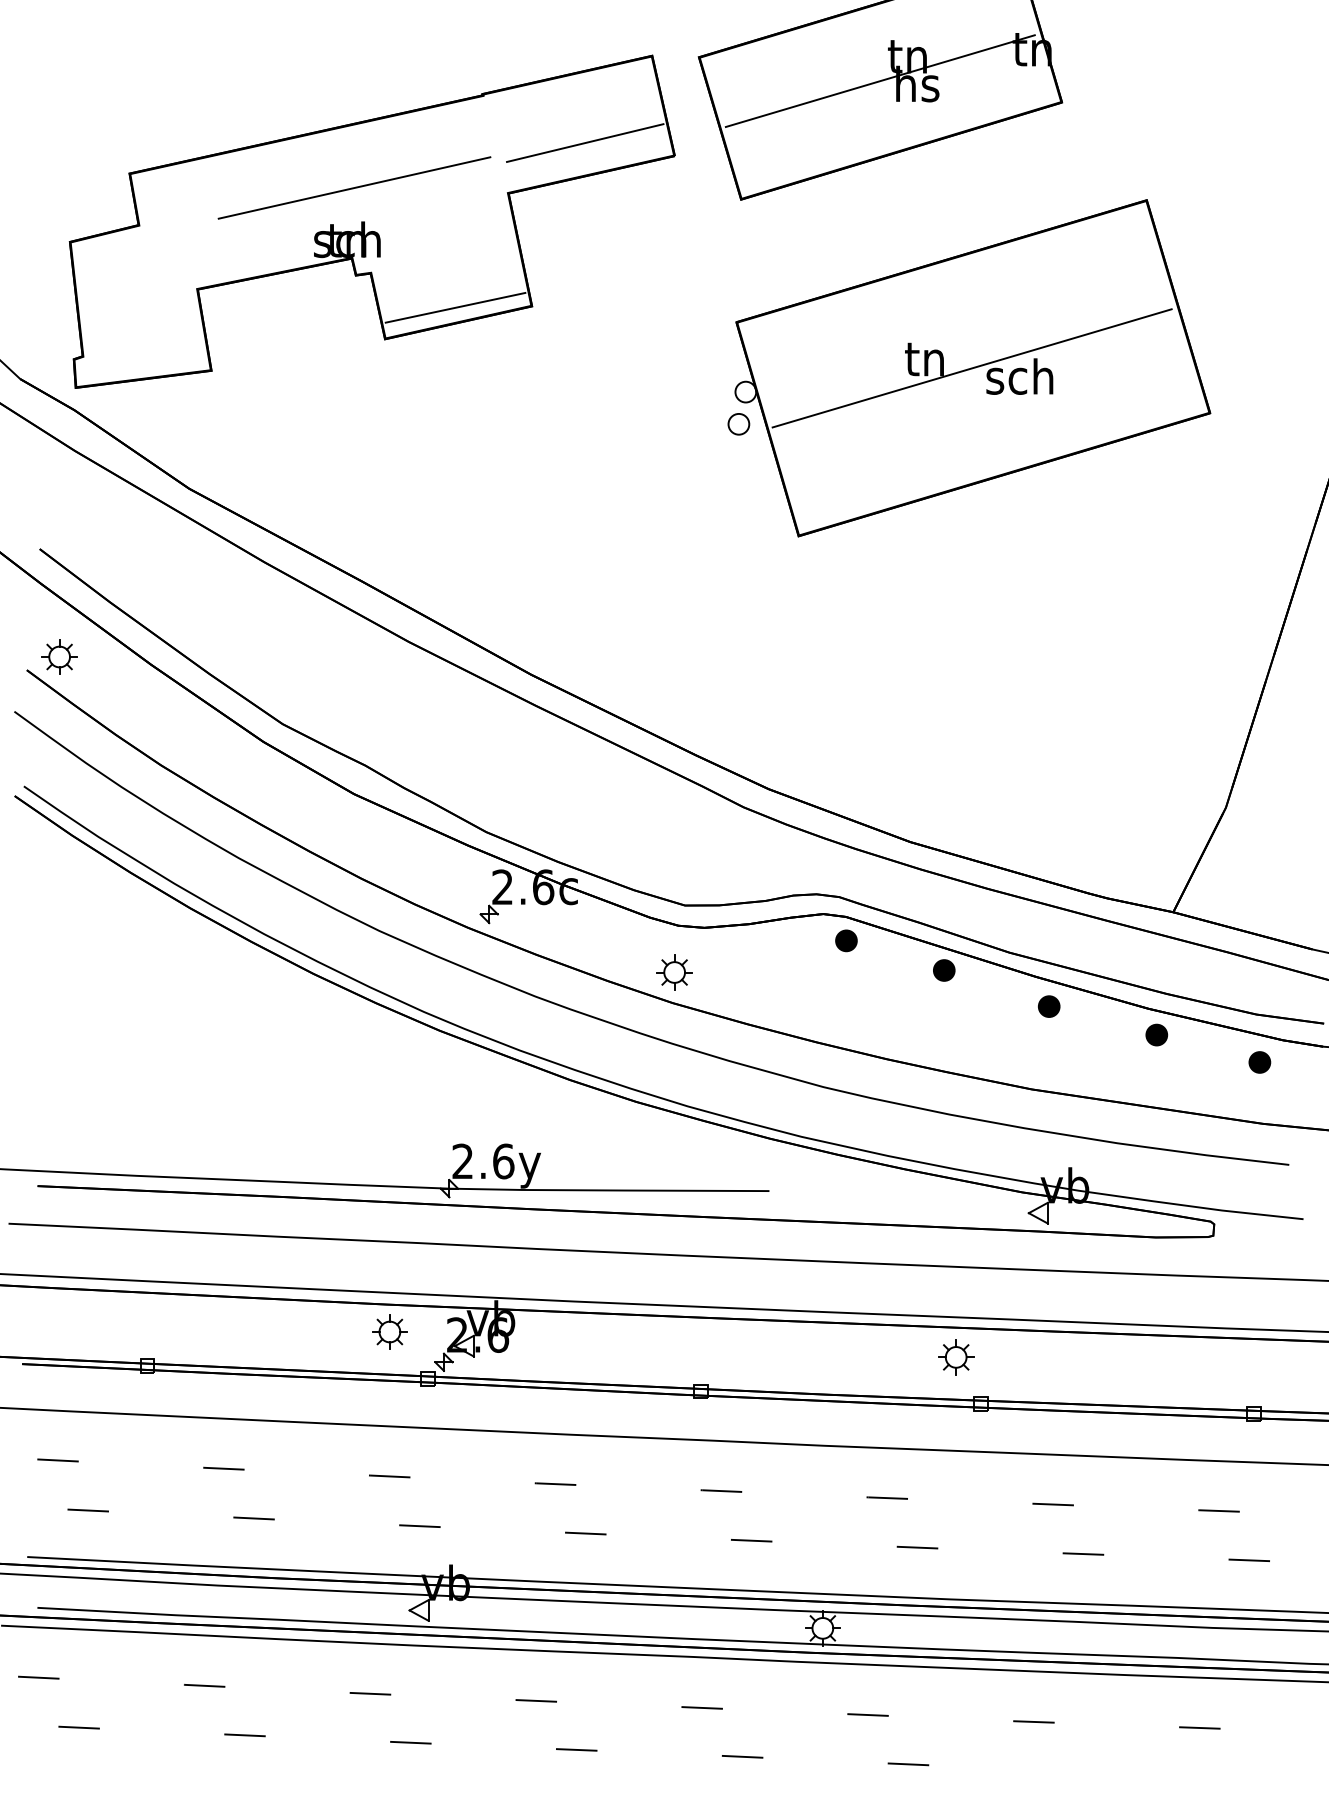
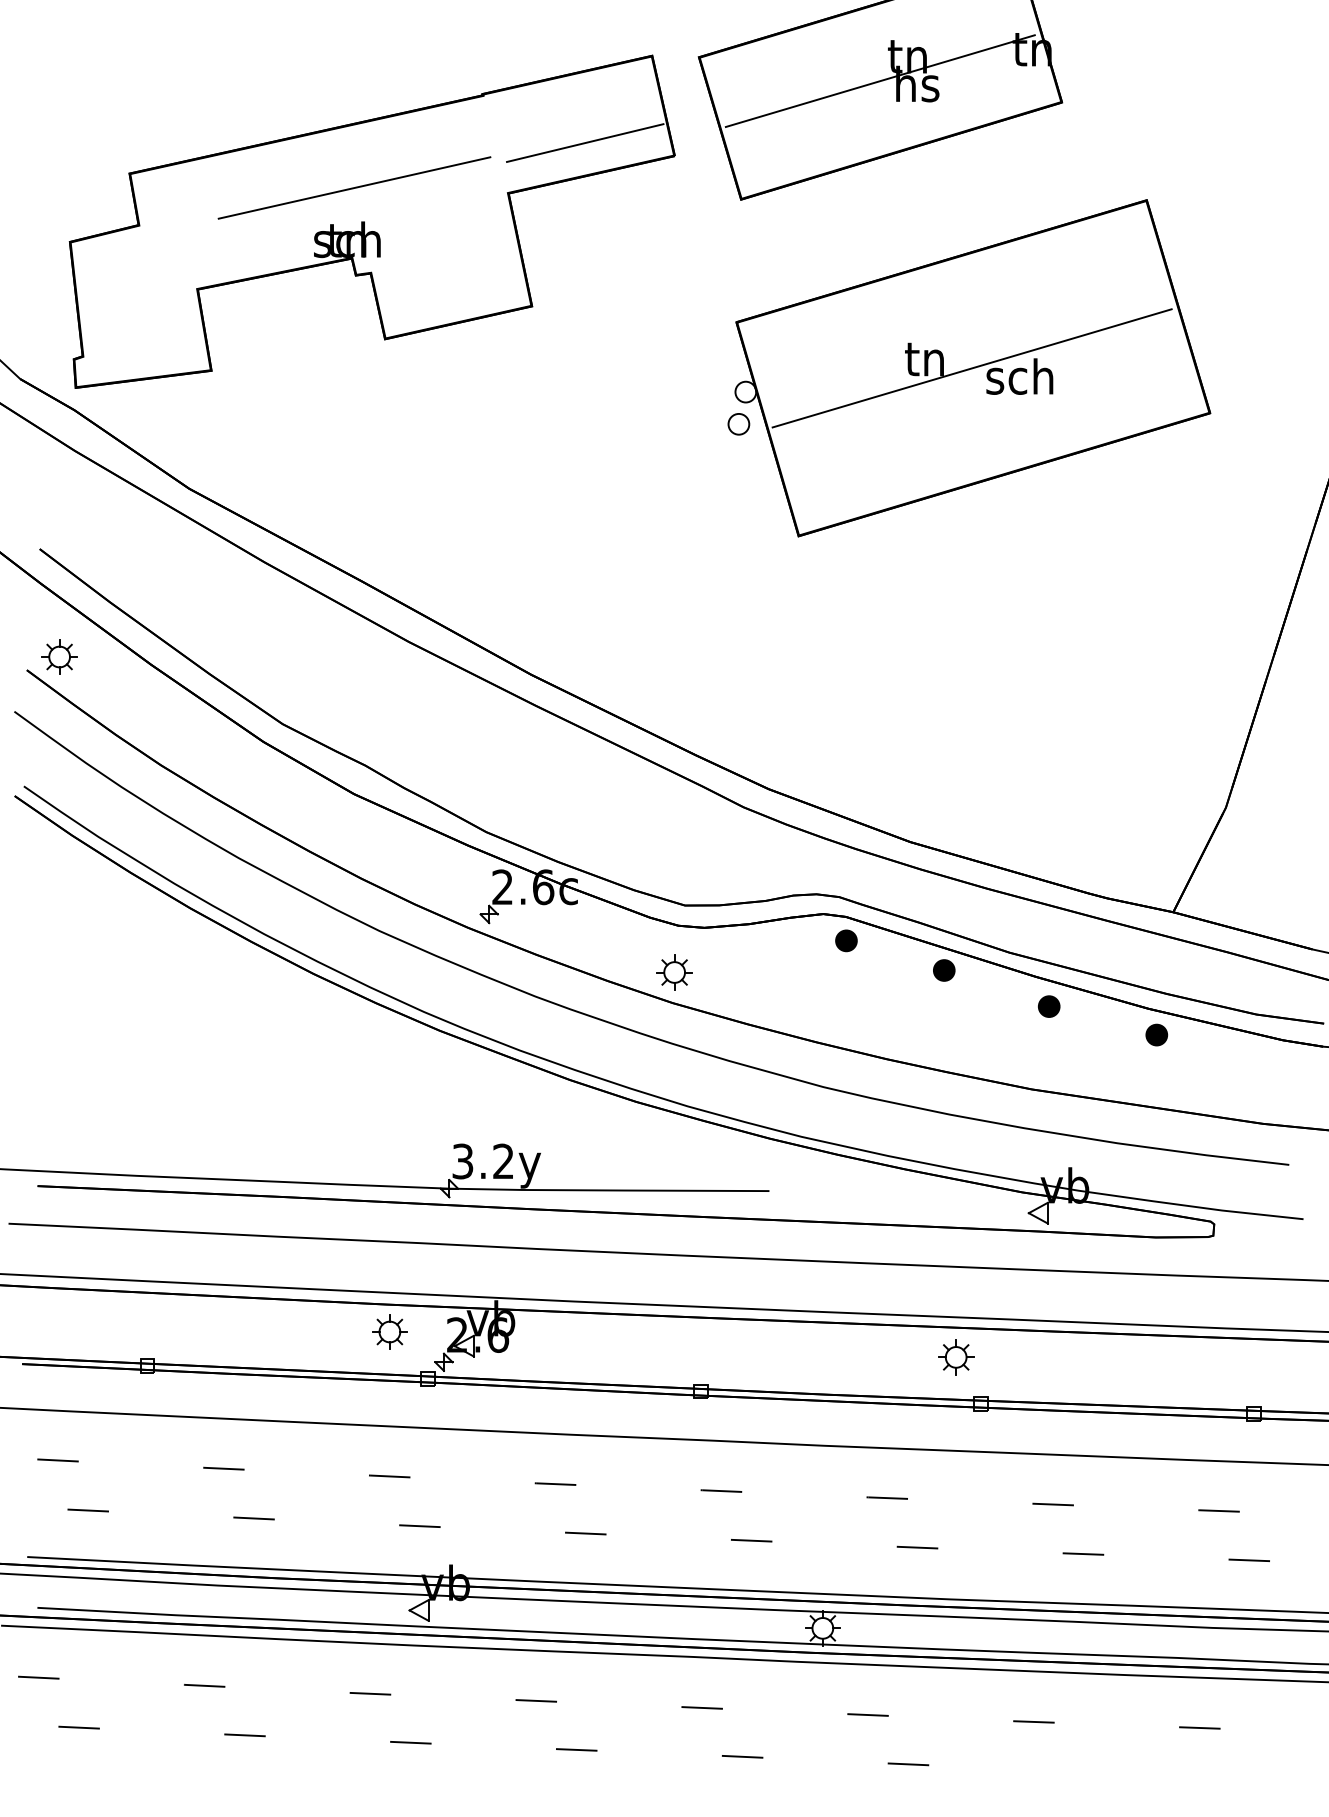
line at (455, 307): present -> none
part at (1259, 1062): present -> none
text at (483, 1161): 2.6y -> 3.2y
